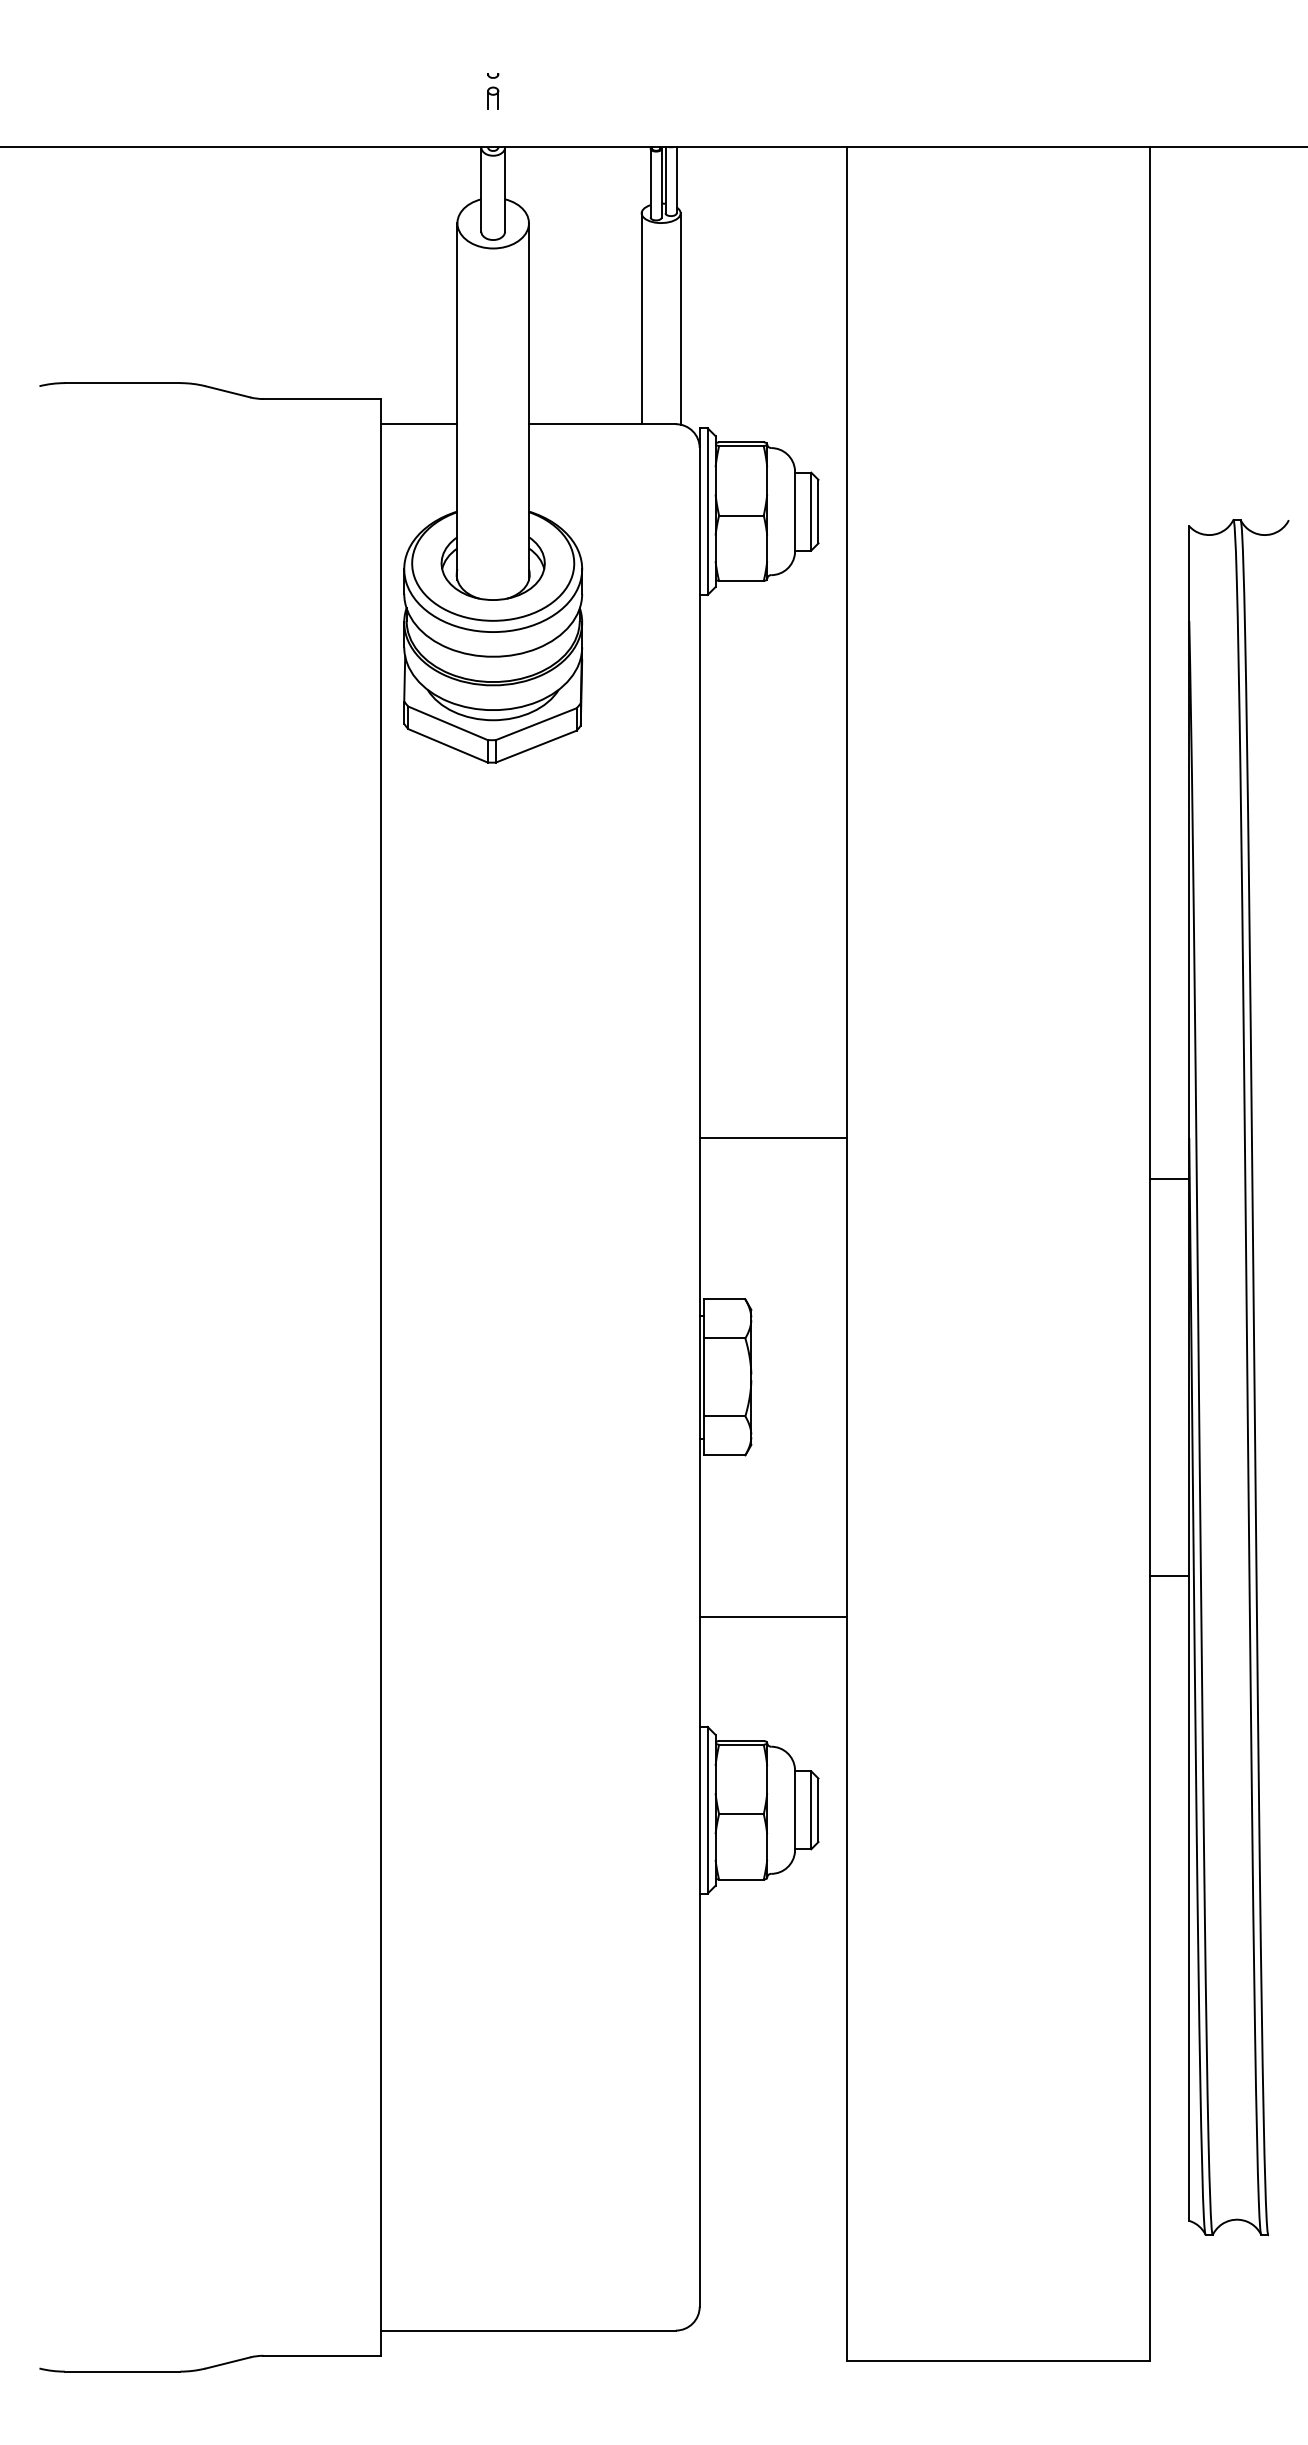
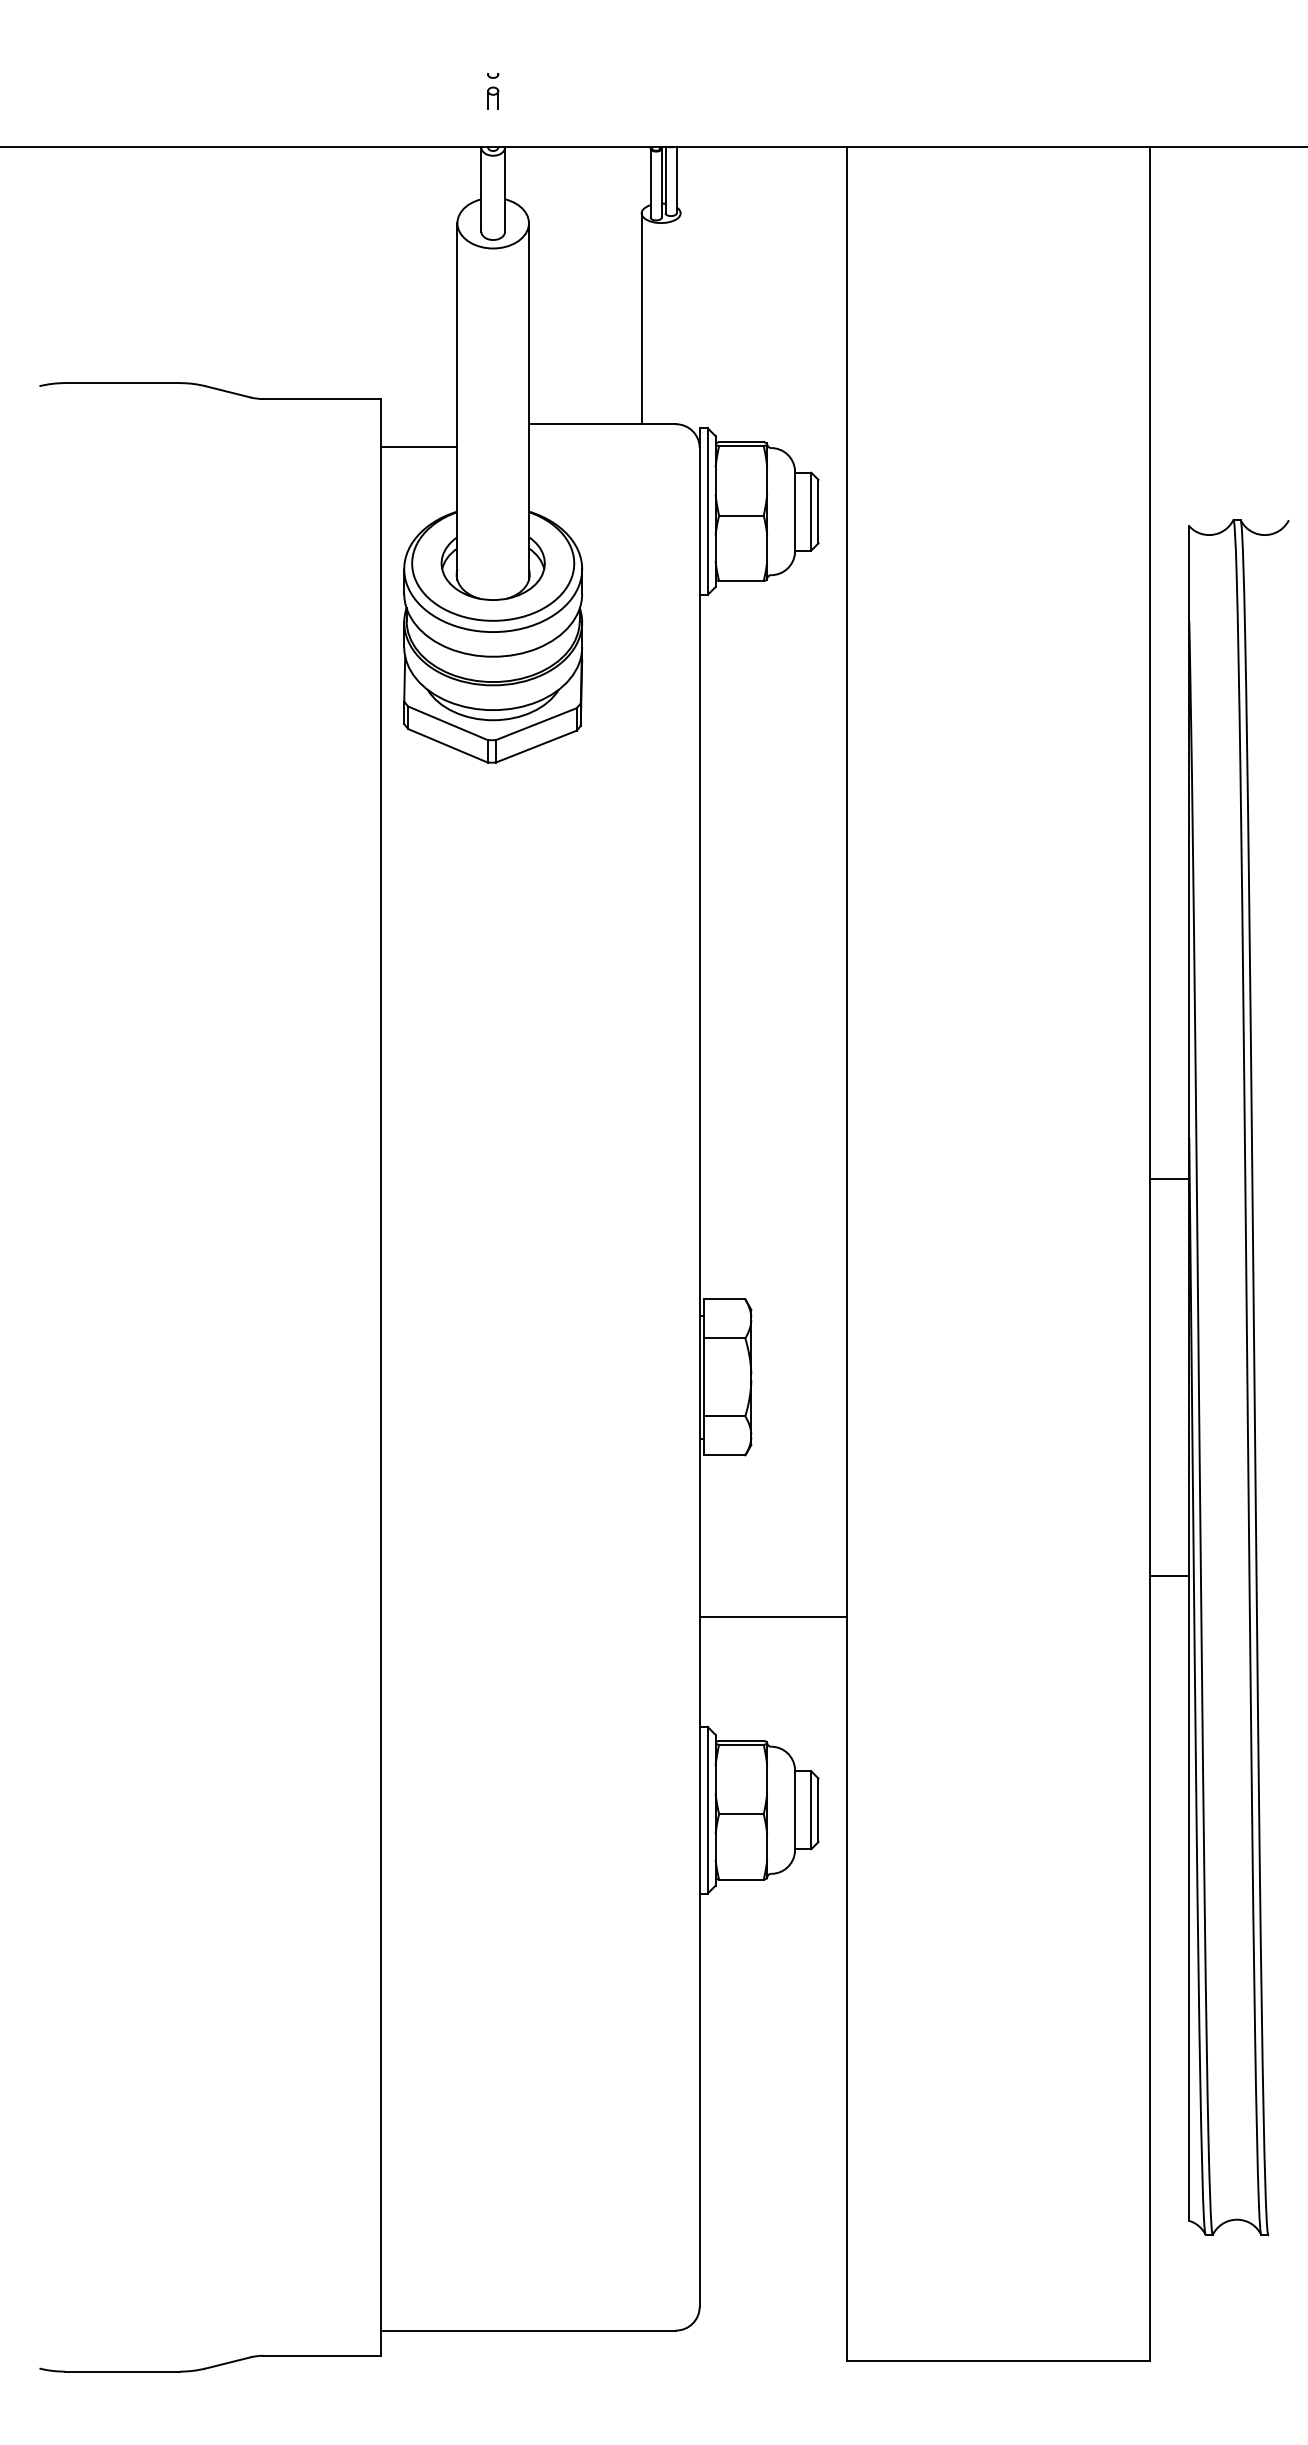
line at (680, 318): present -> none
line at (418, 424) position: (418, 424) -> (418, 447)
line at (773, 1137): present -> none
